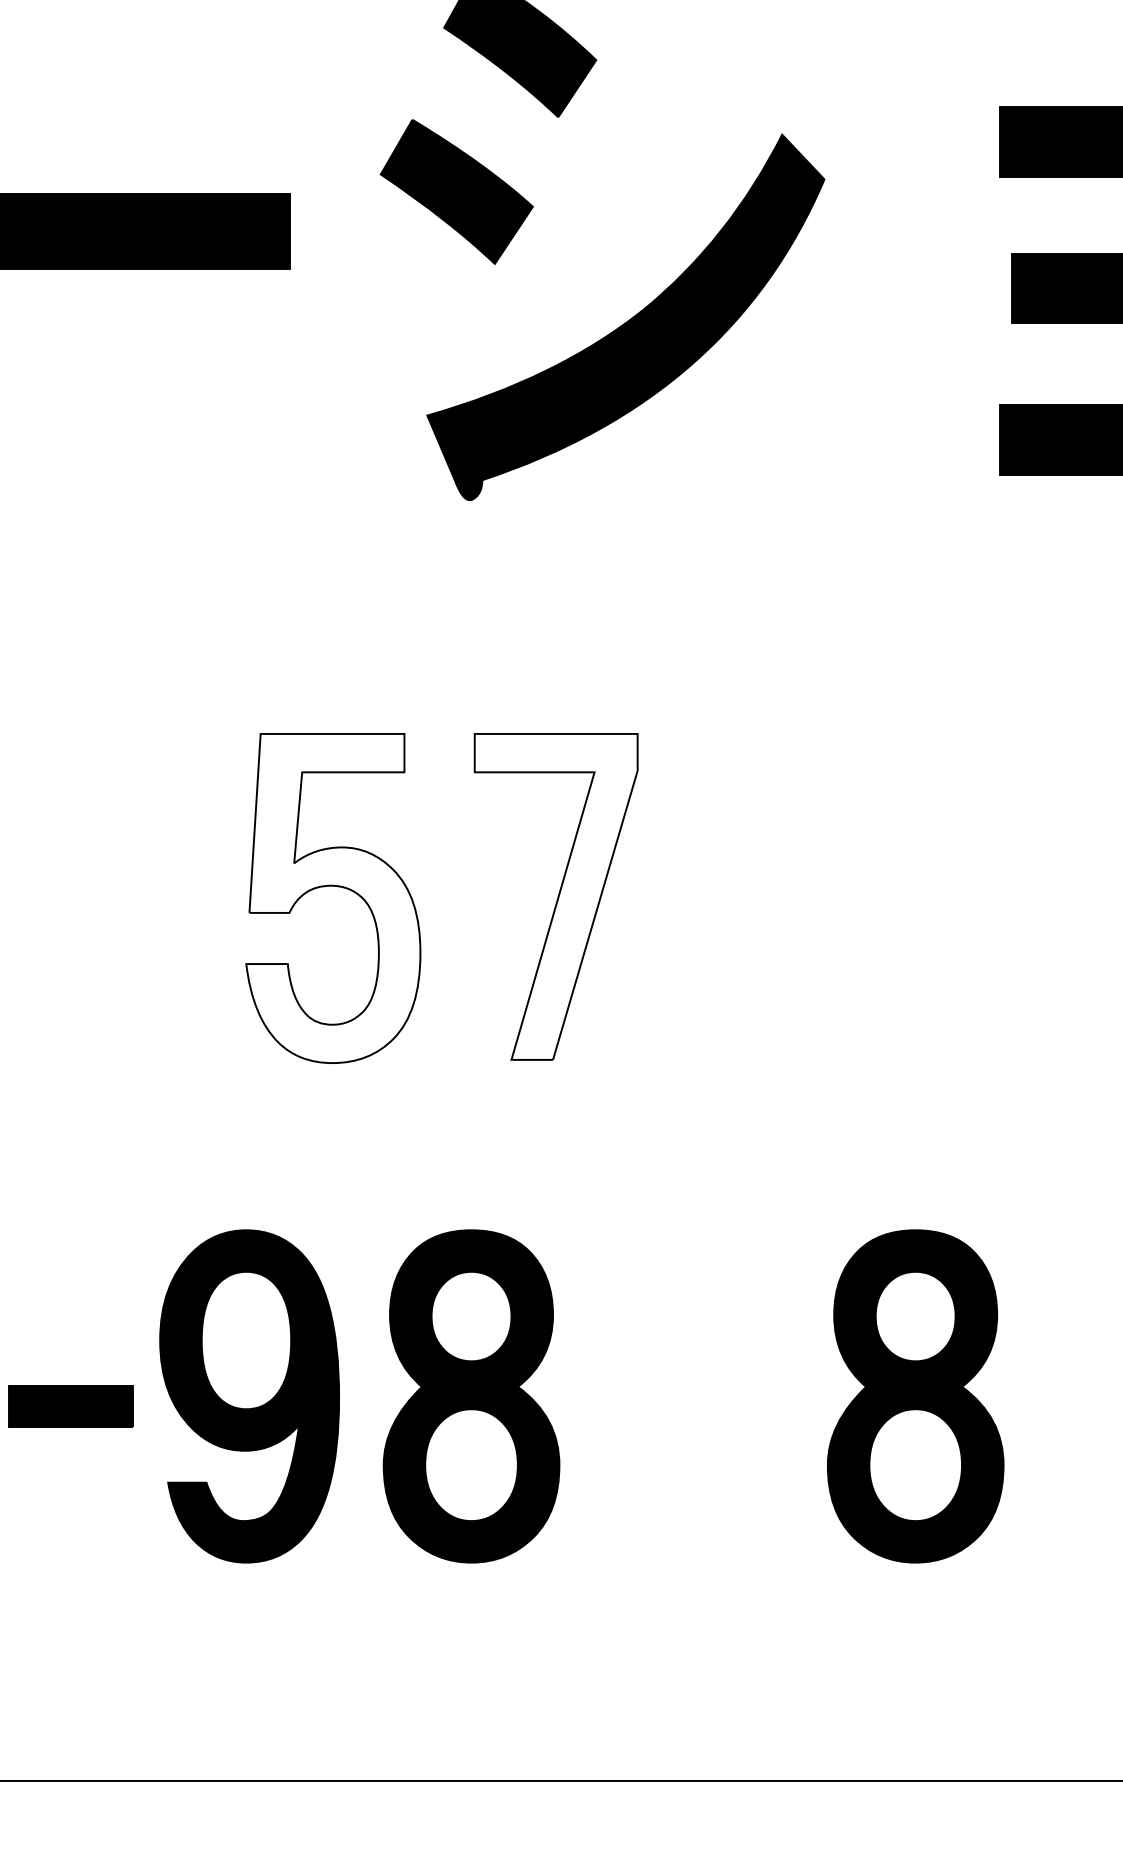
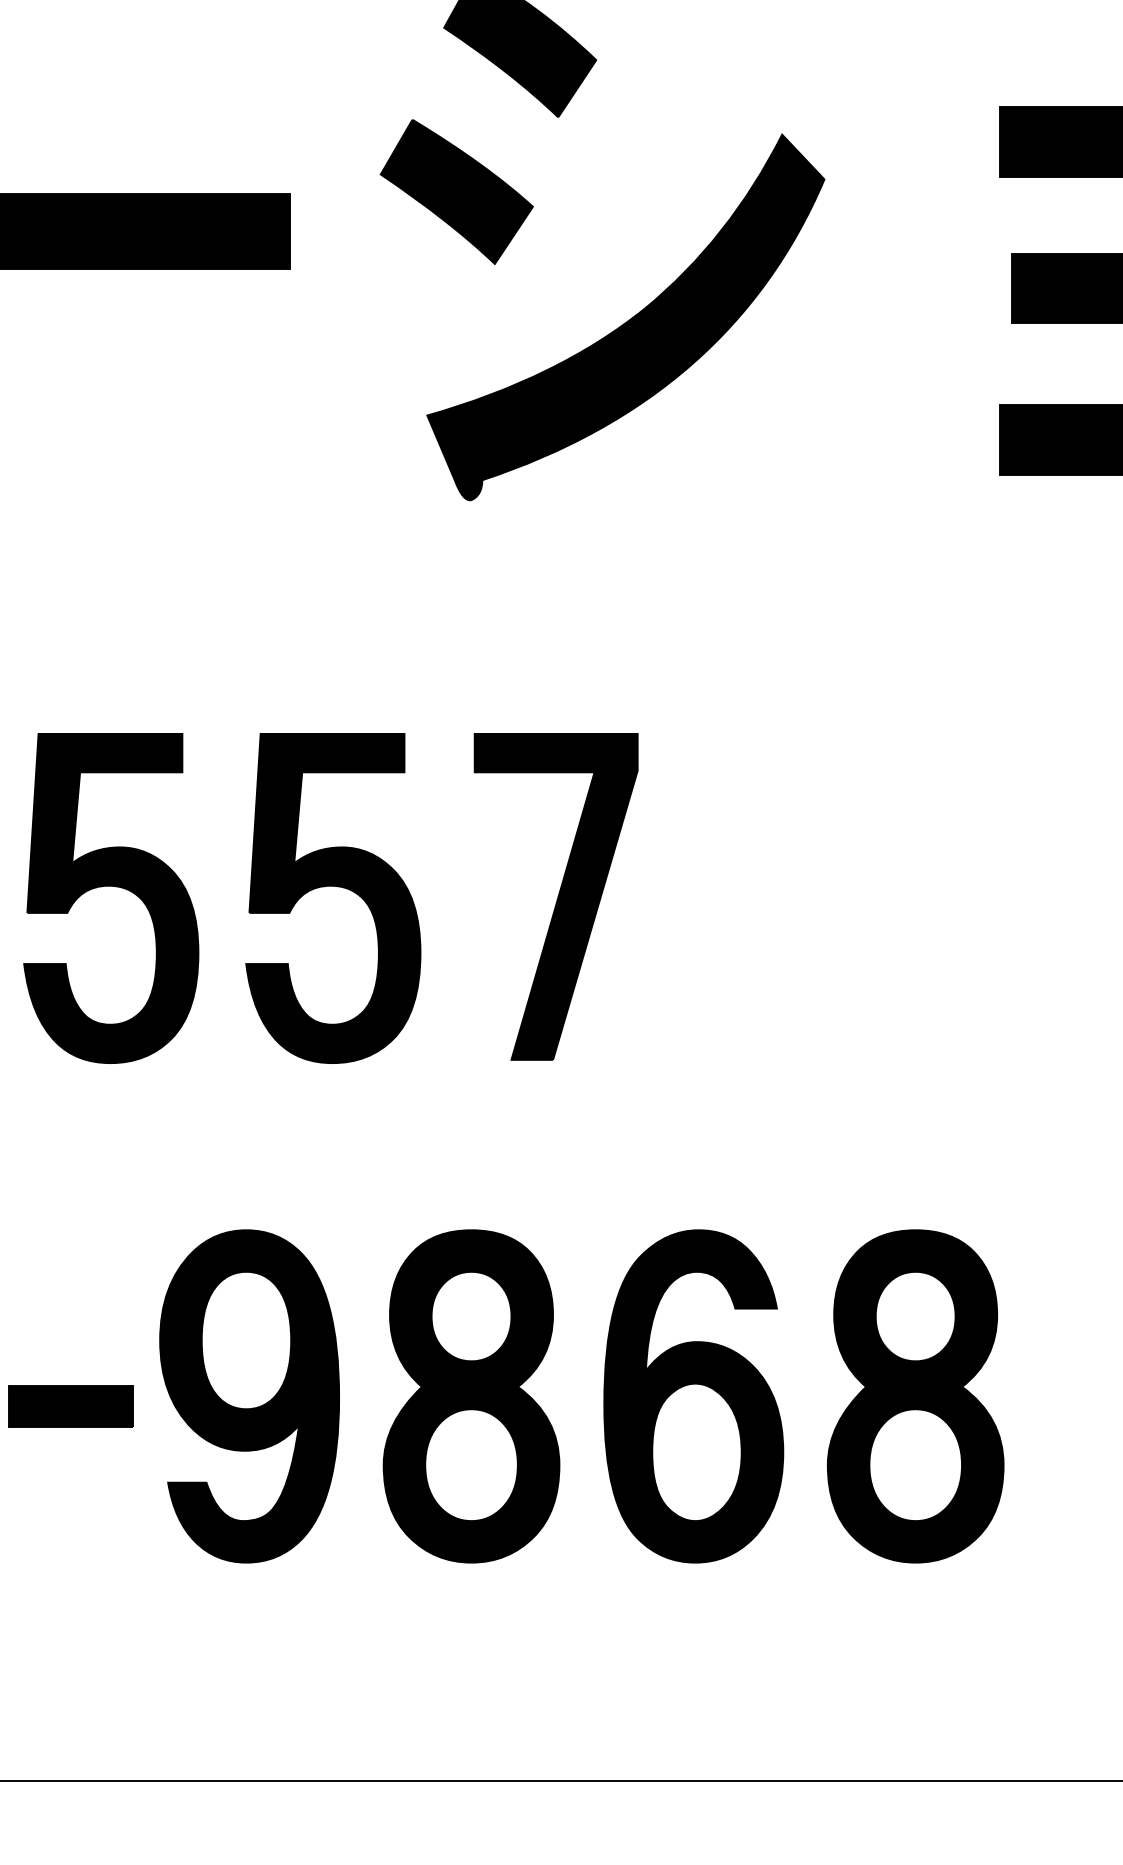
part at (111, 886): none -> present
fill at (555, 896): none -> present
fill at (333, 898): none -> present
part at (693, 1396): none -> present
